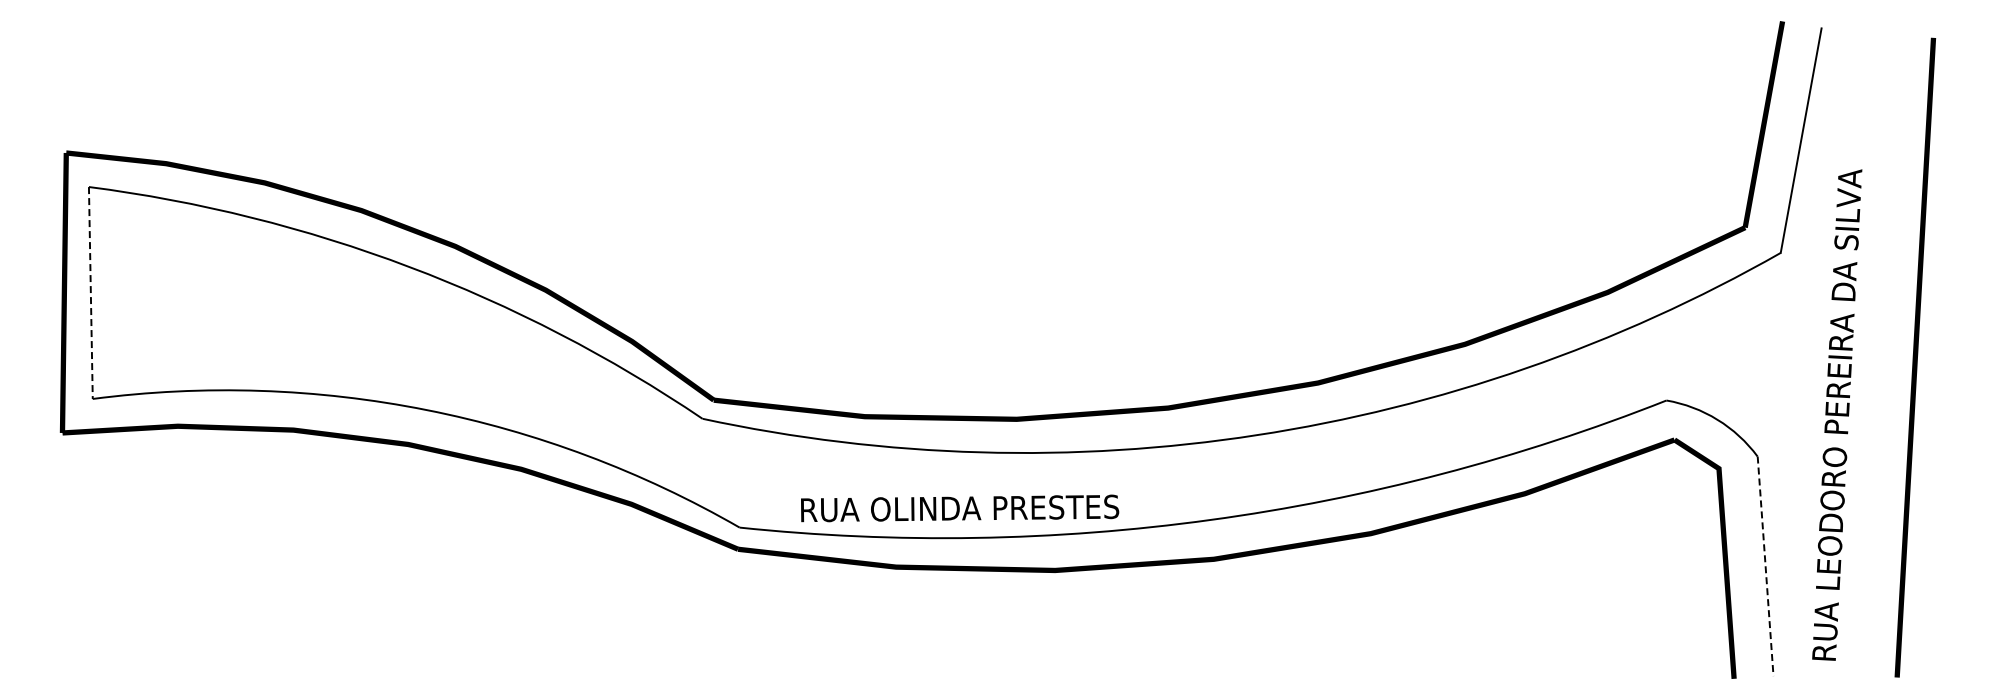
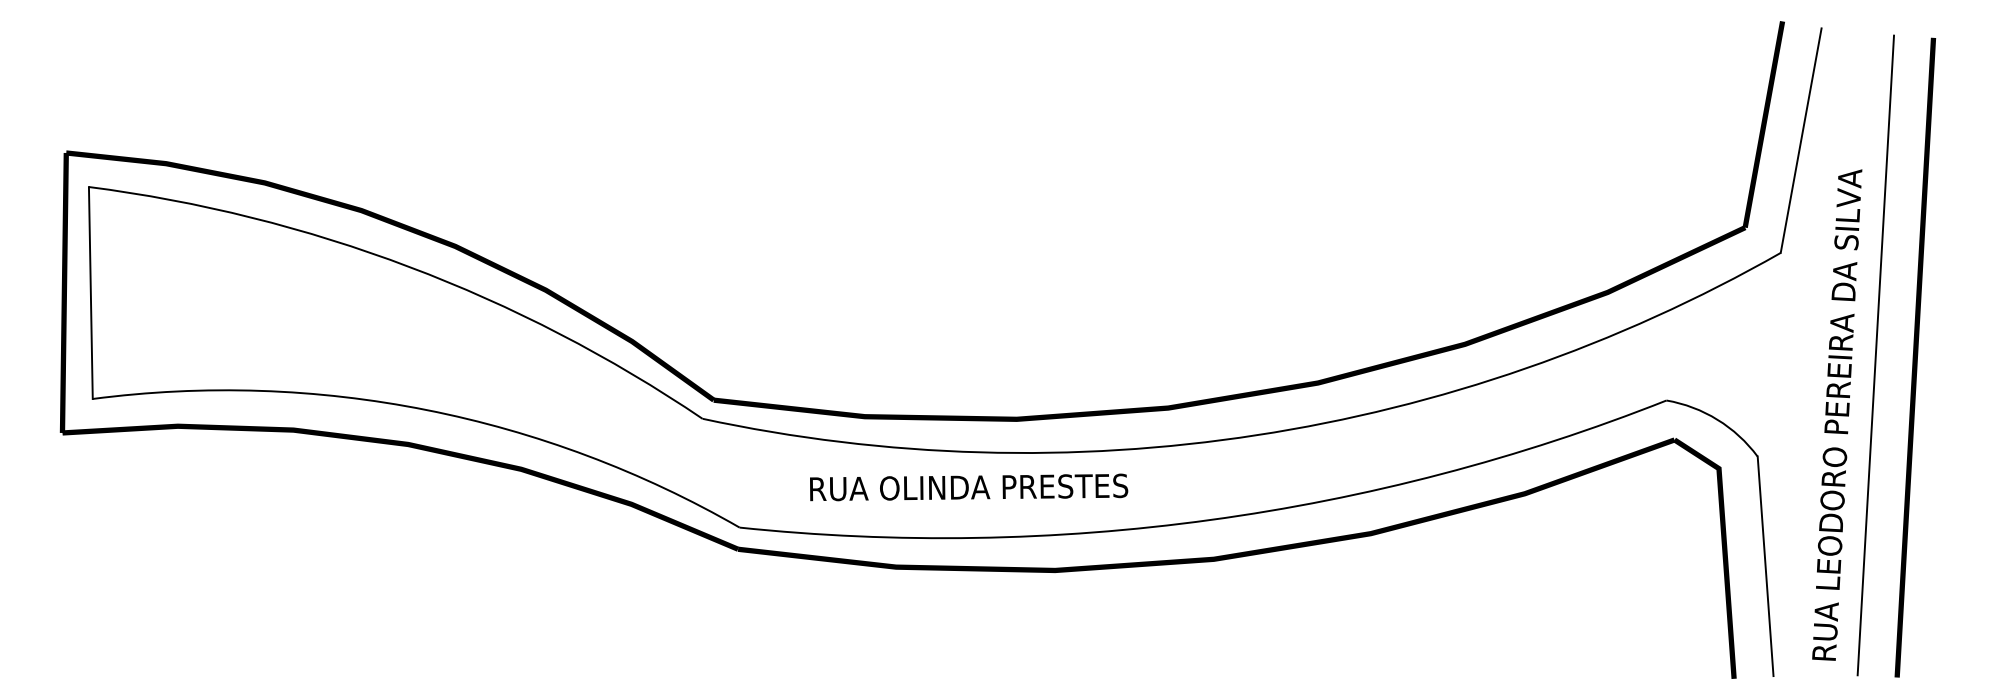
line at (90, 293): dashed -> solid
line at (1875, 355): none -> present
text at (960, 508) position: (960, 508) -> (969, 487)
line at (1765, 566): dashed -> solid
